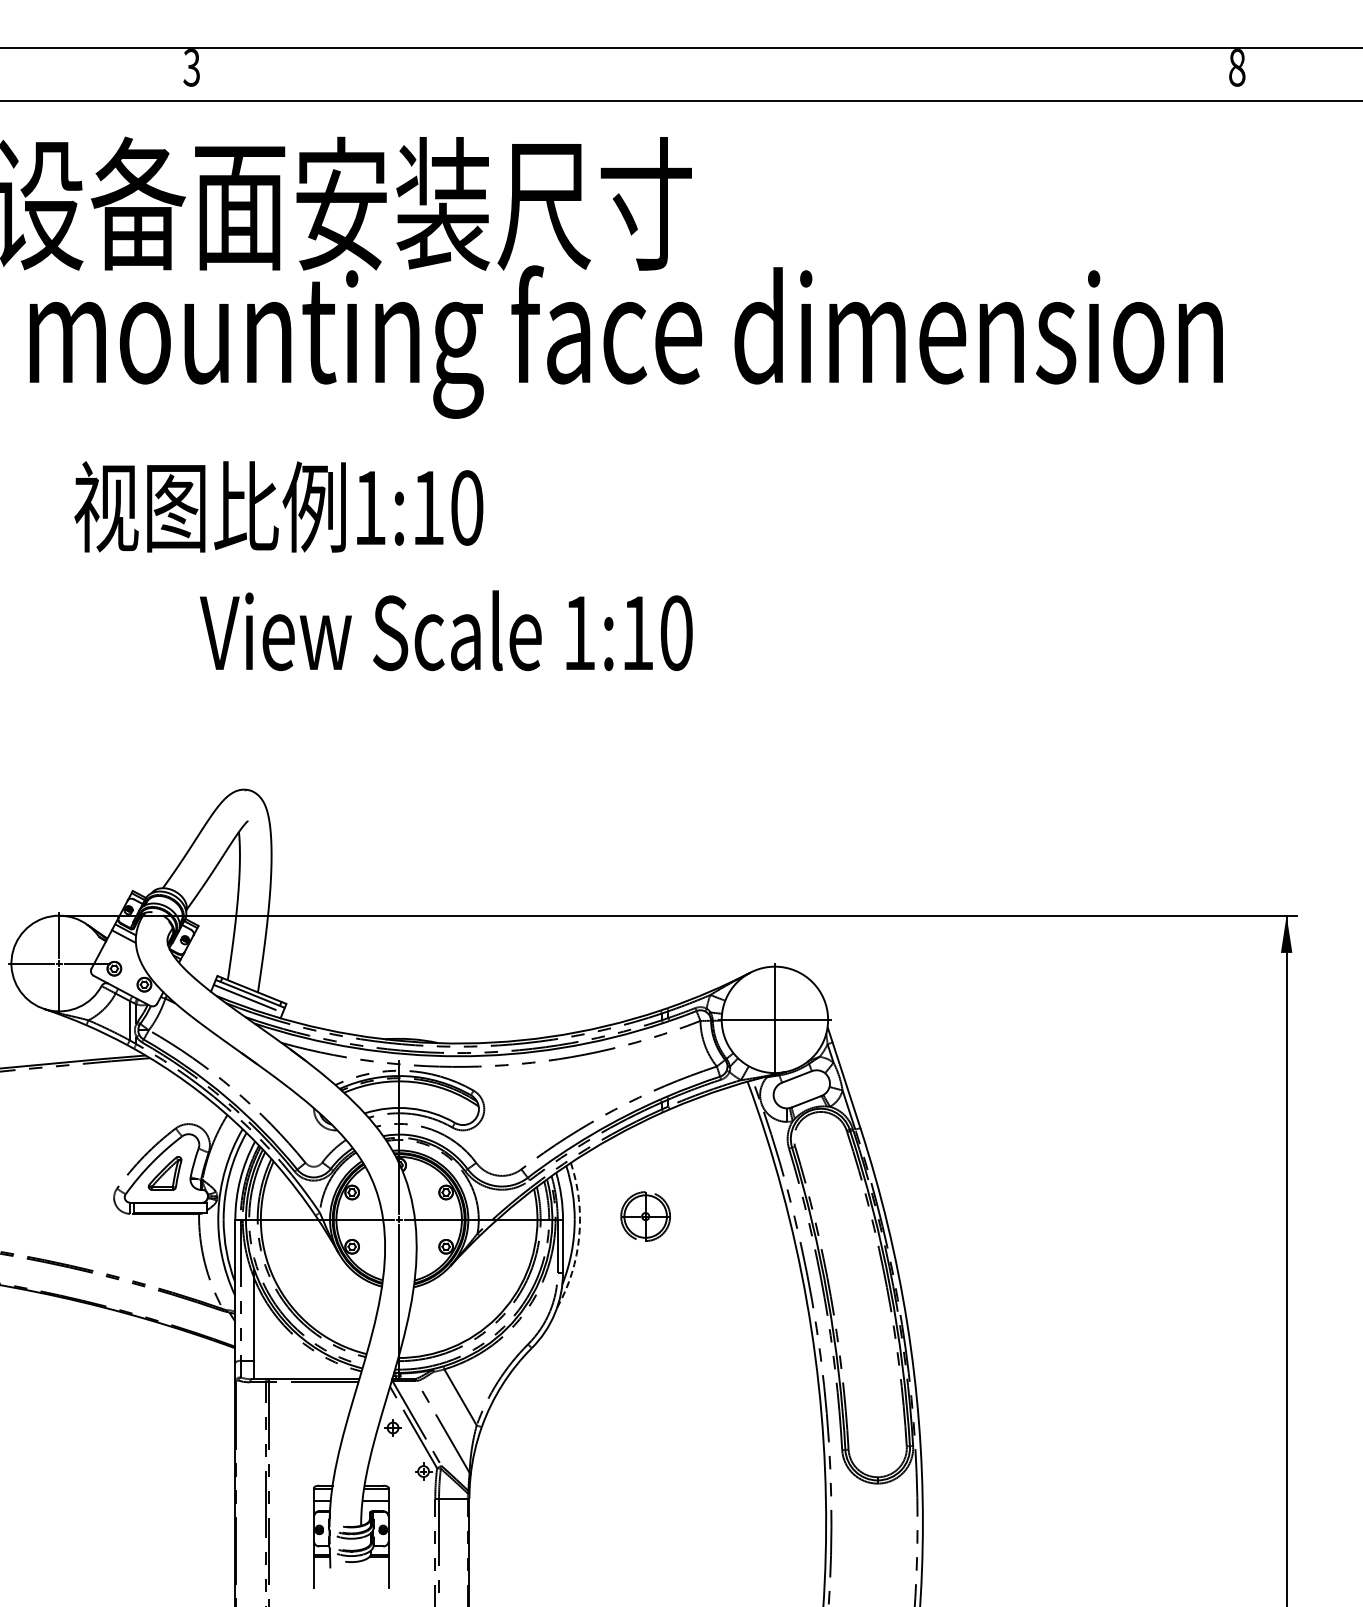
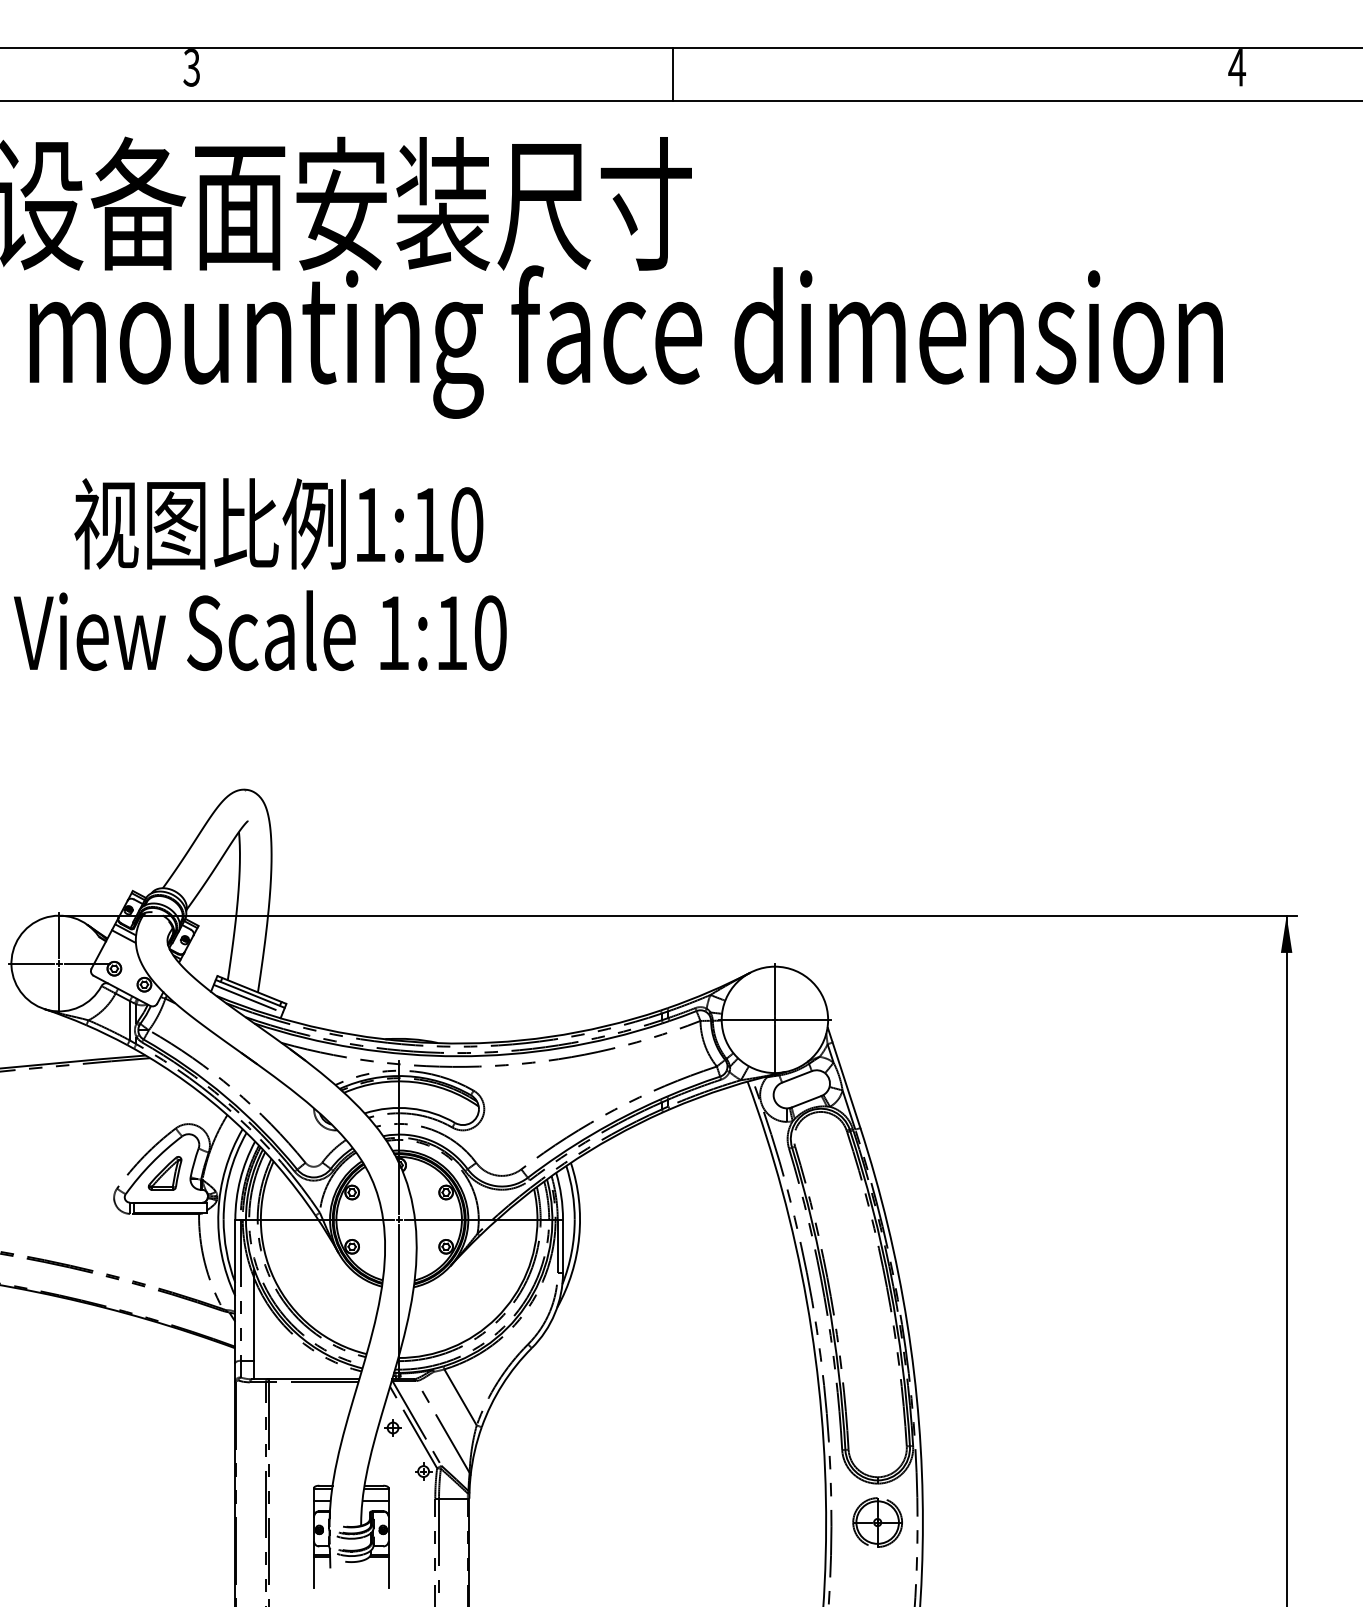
text at (1237, 67): 8 -> 4
line at (672, 74): none -> present
text at (278, 506) position: (278, 506) -> (278, 523)
text at (446, 630) position: (446, 630) -> (260, 630)
part at (645, 1216) position: (645, 1216) -> (877, 1522)
arc at (579, 1236): dashed -> solid
